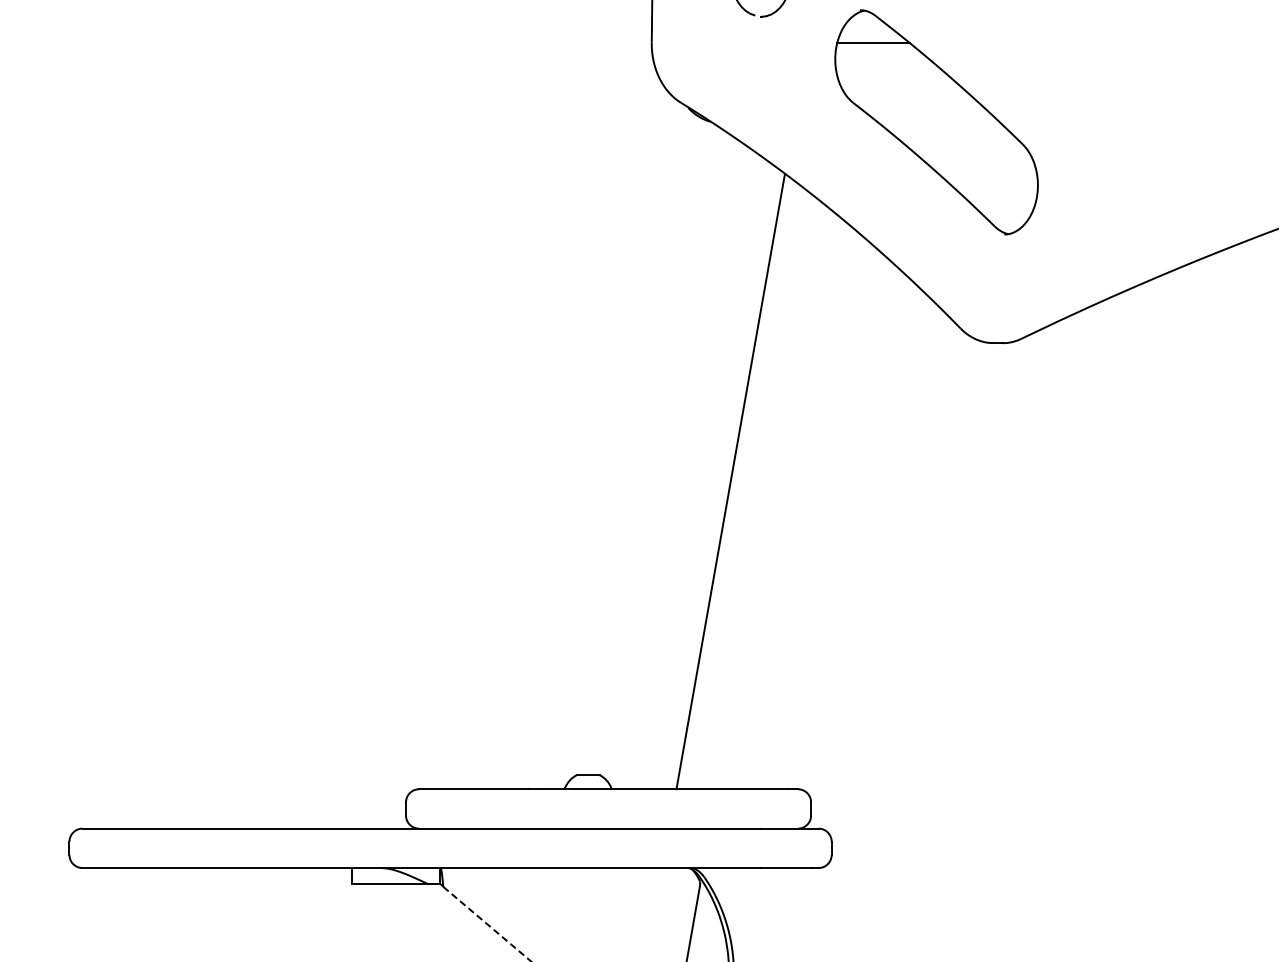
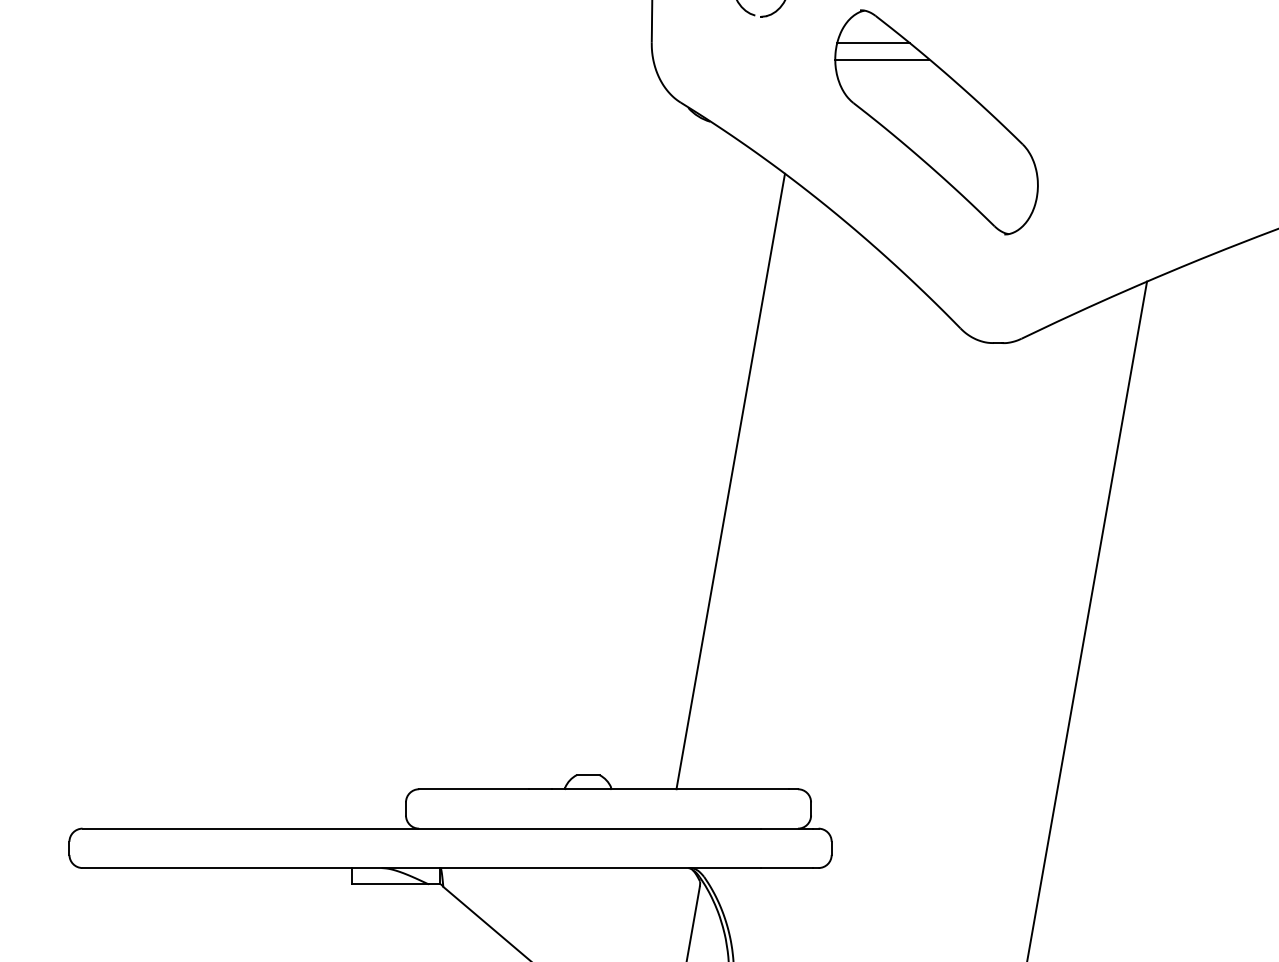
line at (882, 59): none -> present
line at (1087, 619): none -> present
line at (487, 924): dashed -> solid
